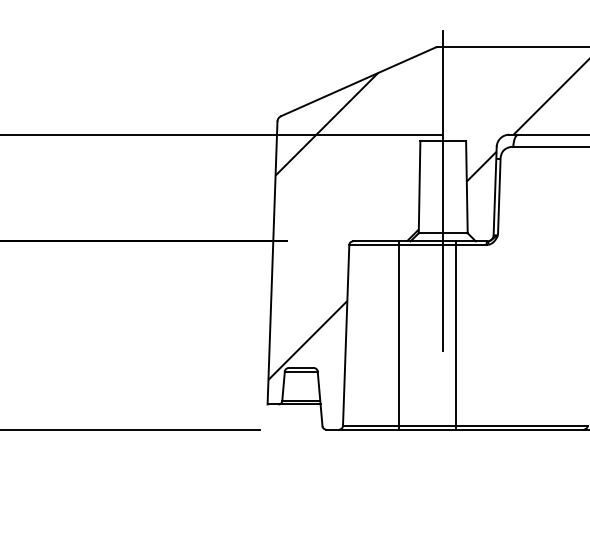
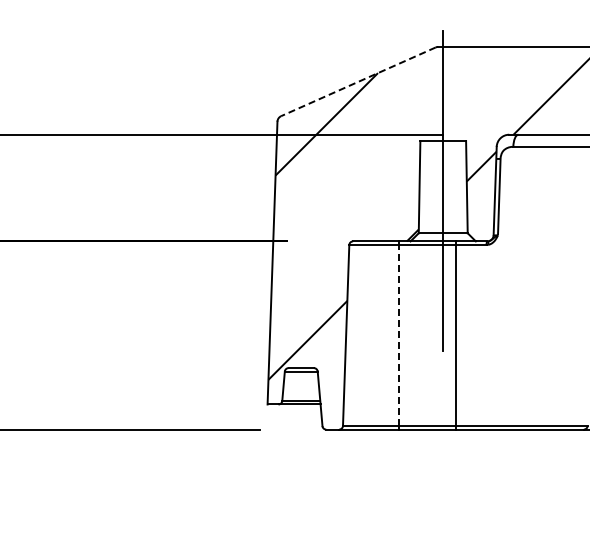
line at (358, 81): solid -> dashed
line at (399, 334): solid -> dashed
